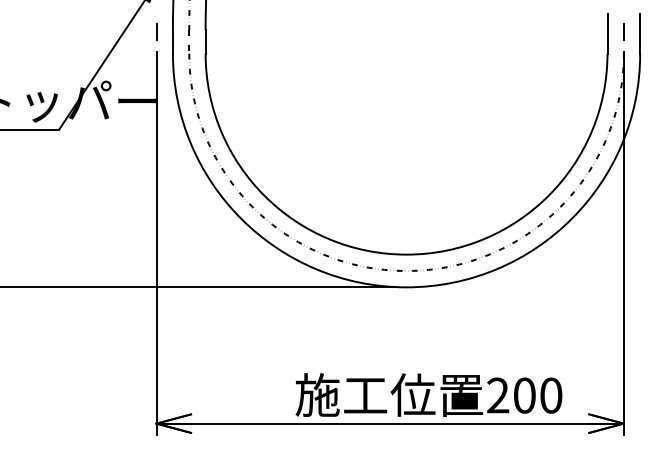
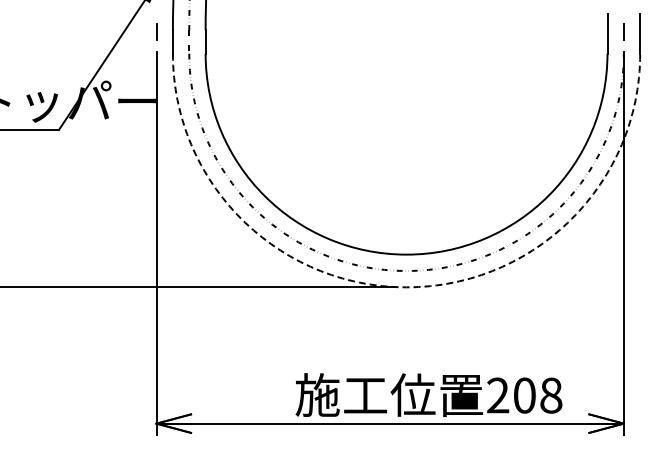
arc at (406, 287): solid -> dashed
text at (551, 395): 200 -> 208
